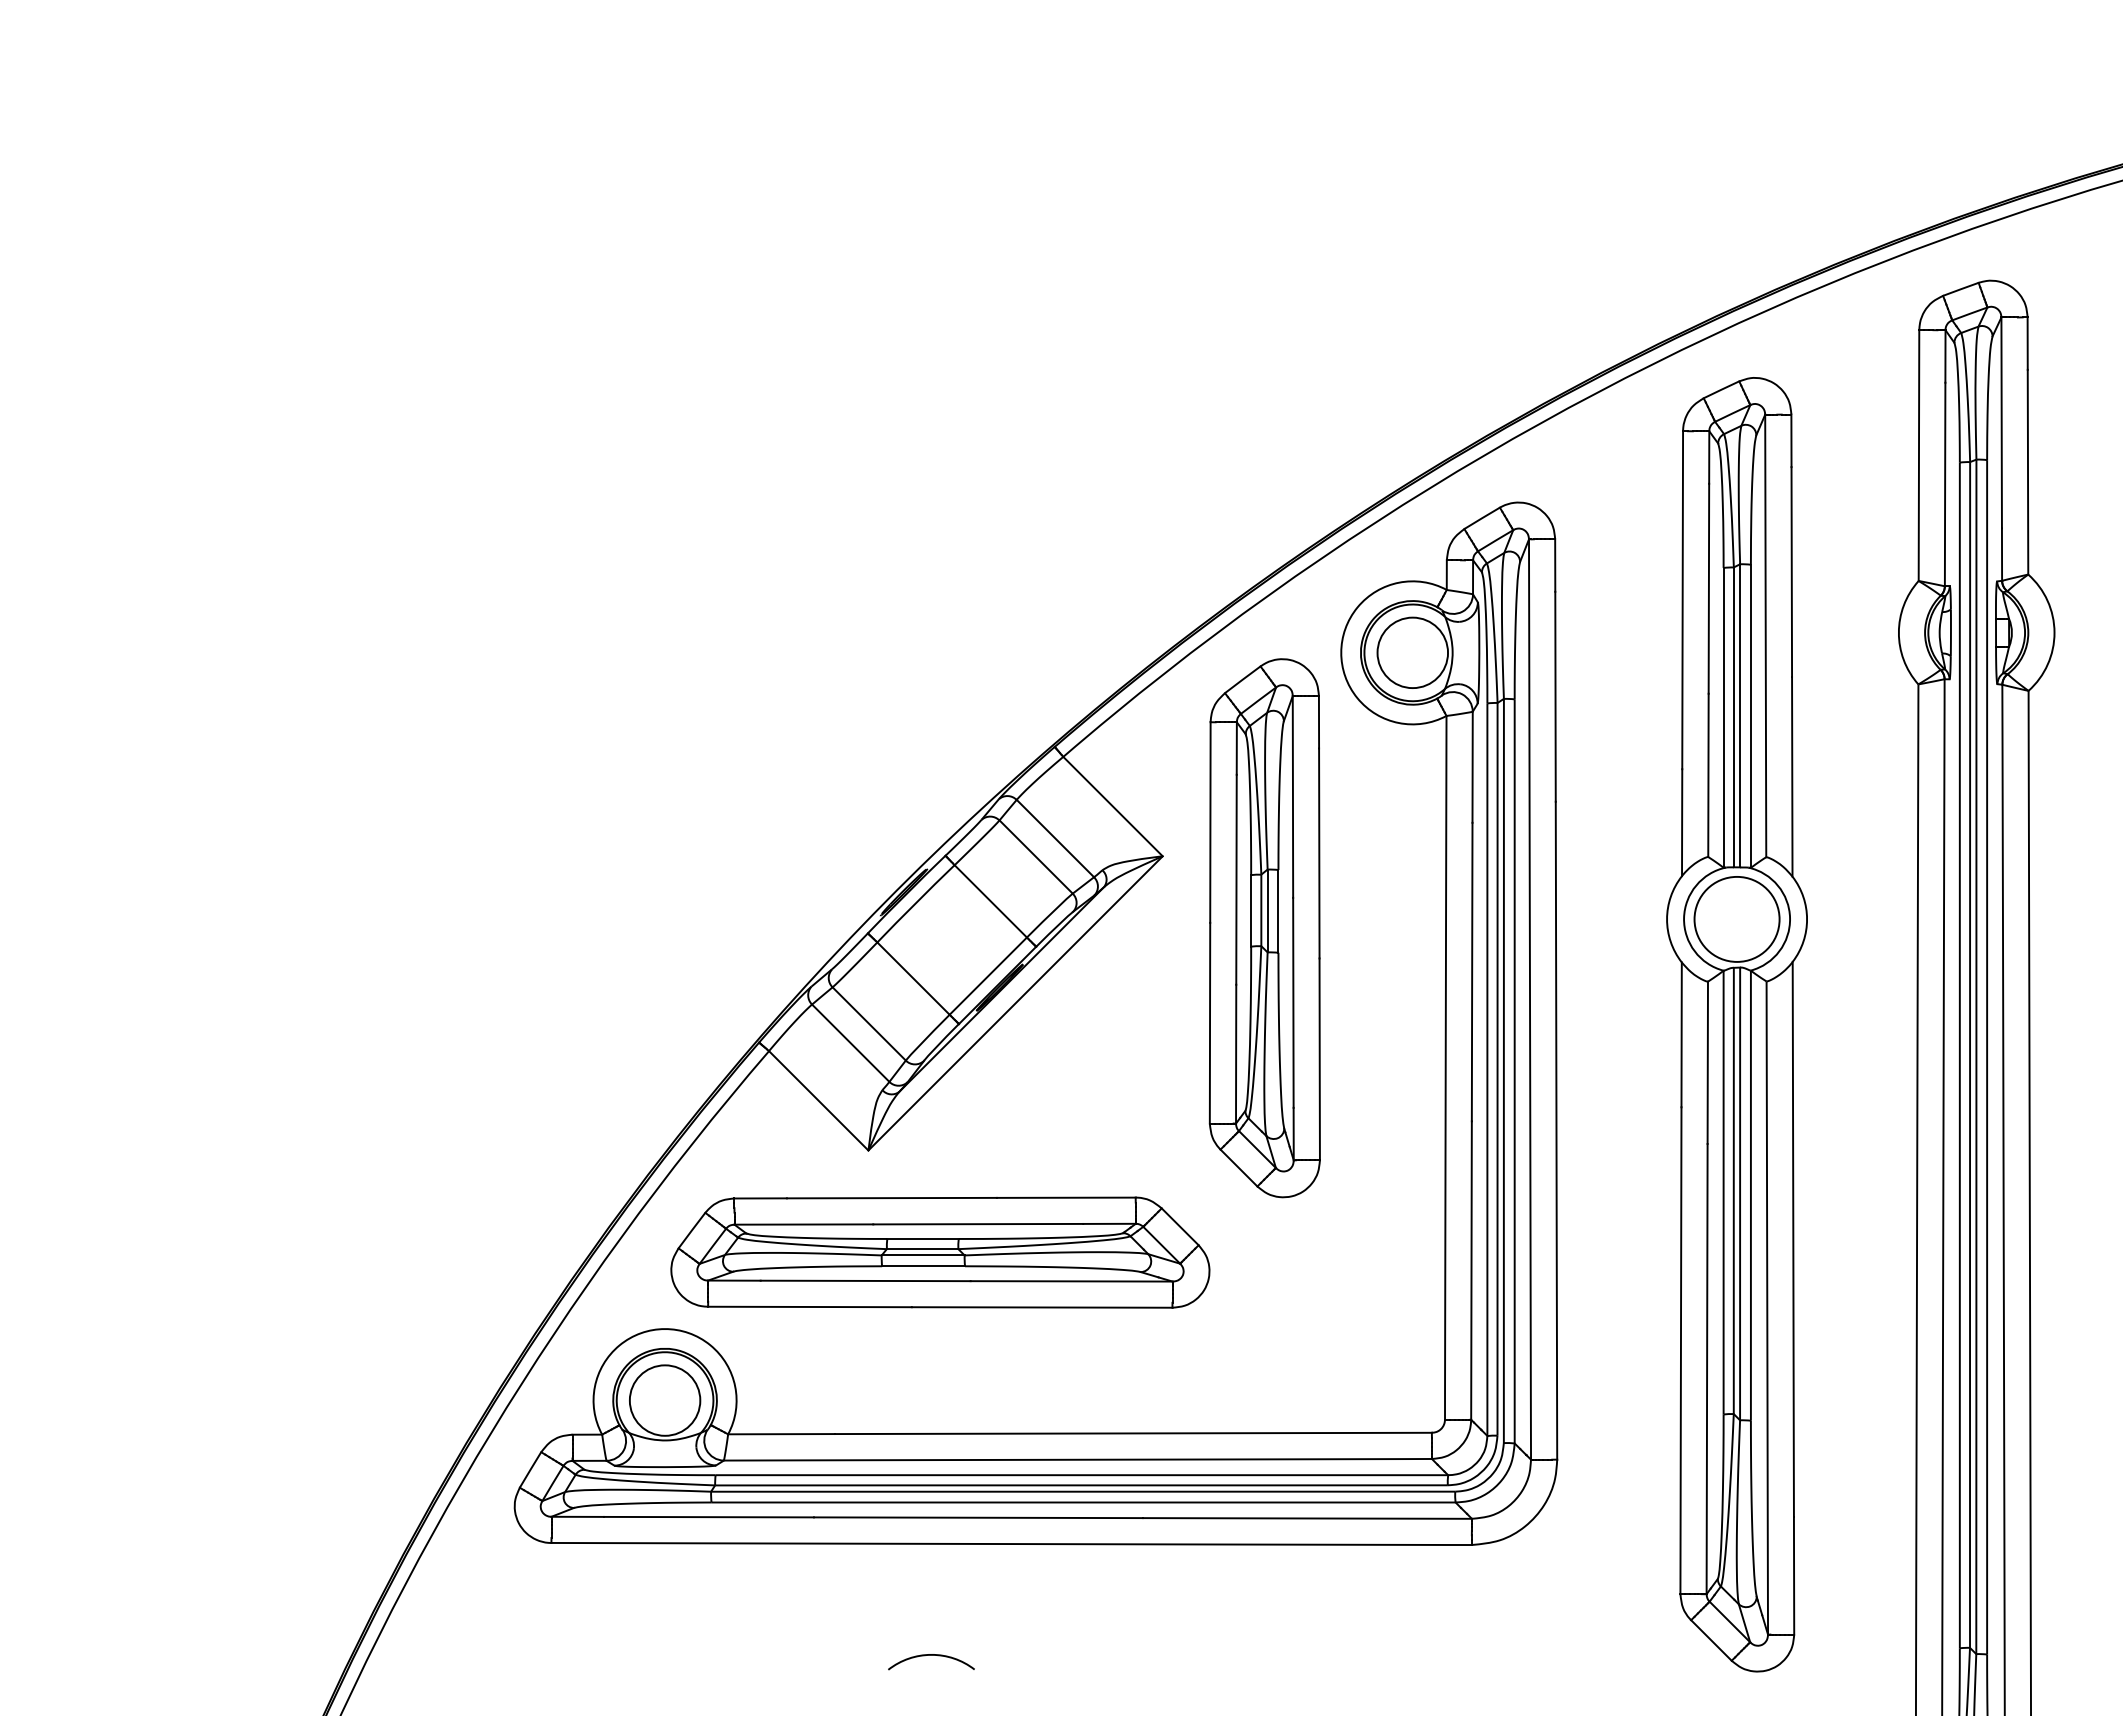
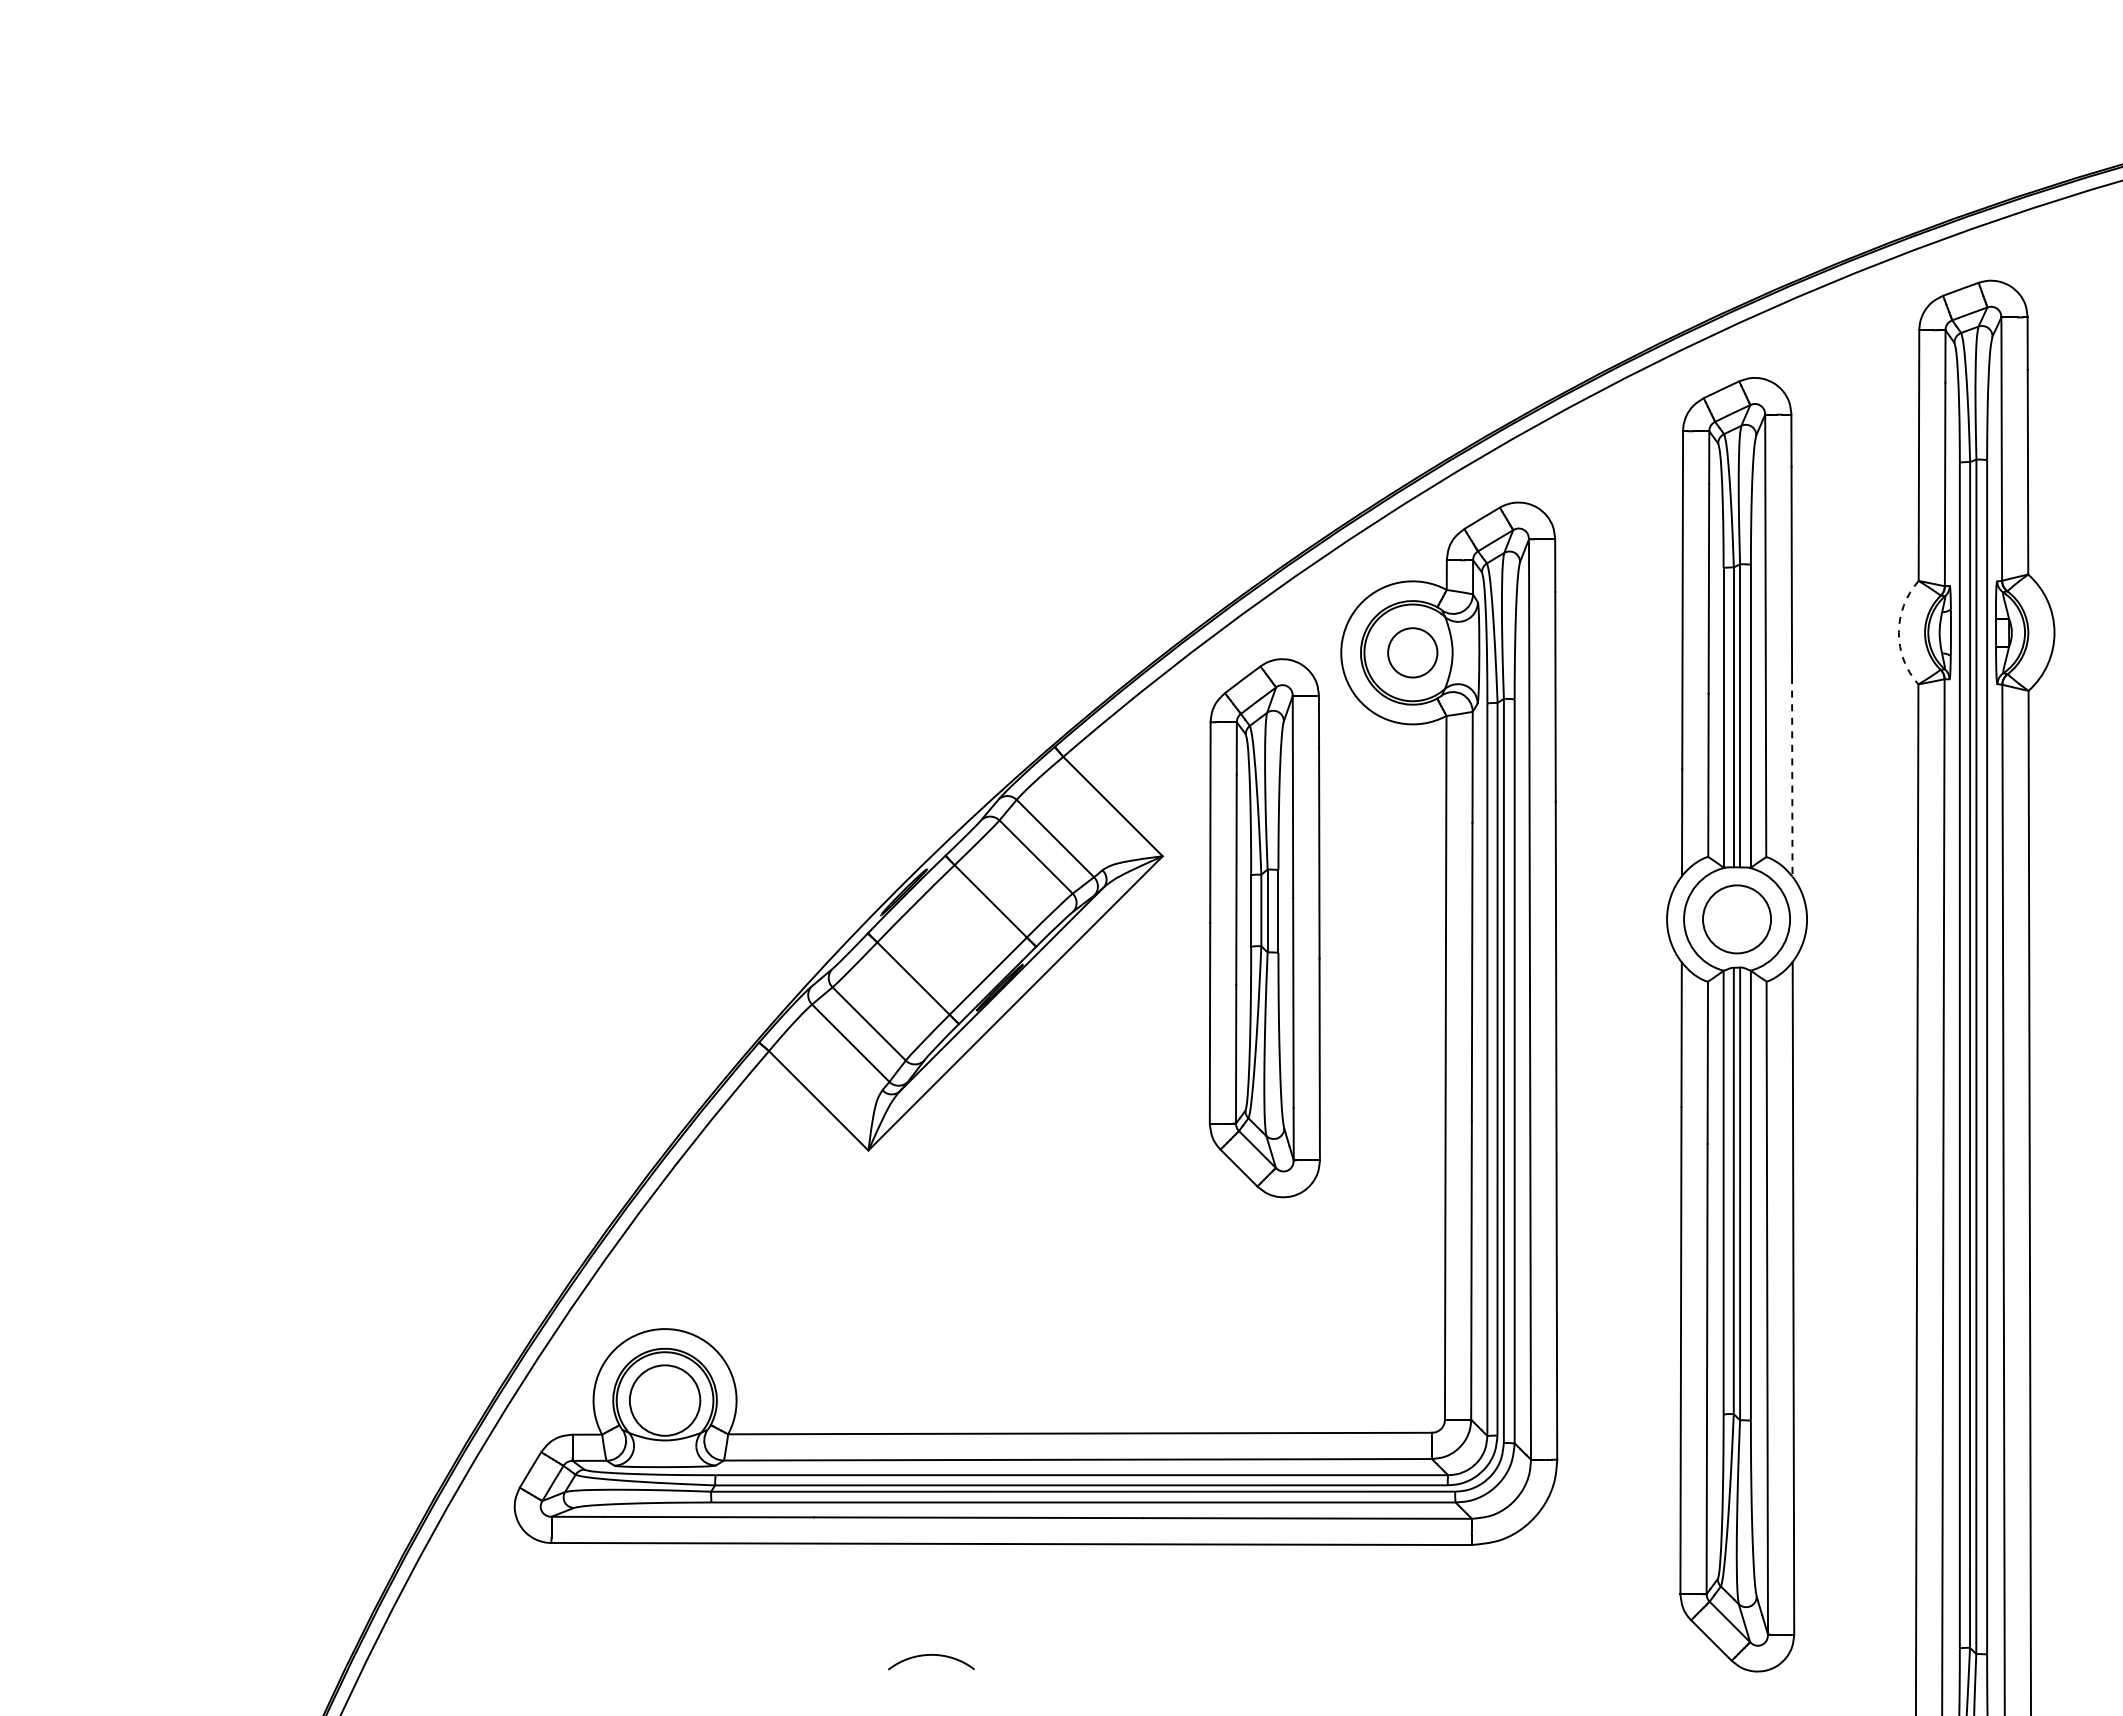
arc at (1898, 632): solid -> dashed
circle at (1412, 652) diameter: 70 px -> 49 px
line at (1792, 776): solid -> dashed
circle at (1736, 918) diameter: 85 px -> 68 px
part at (940, 1252): present -> none
